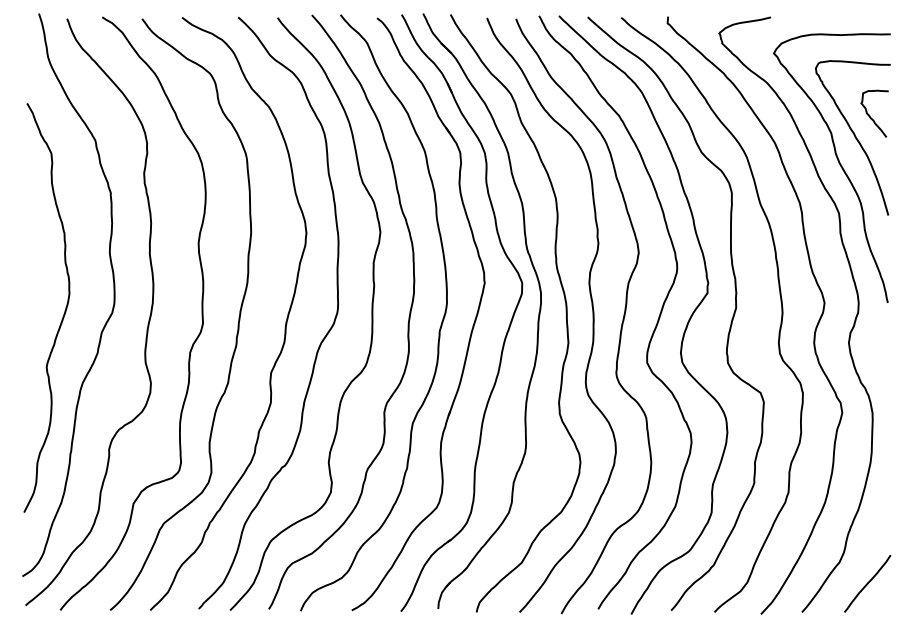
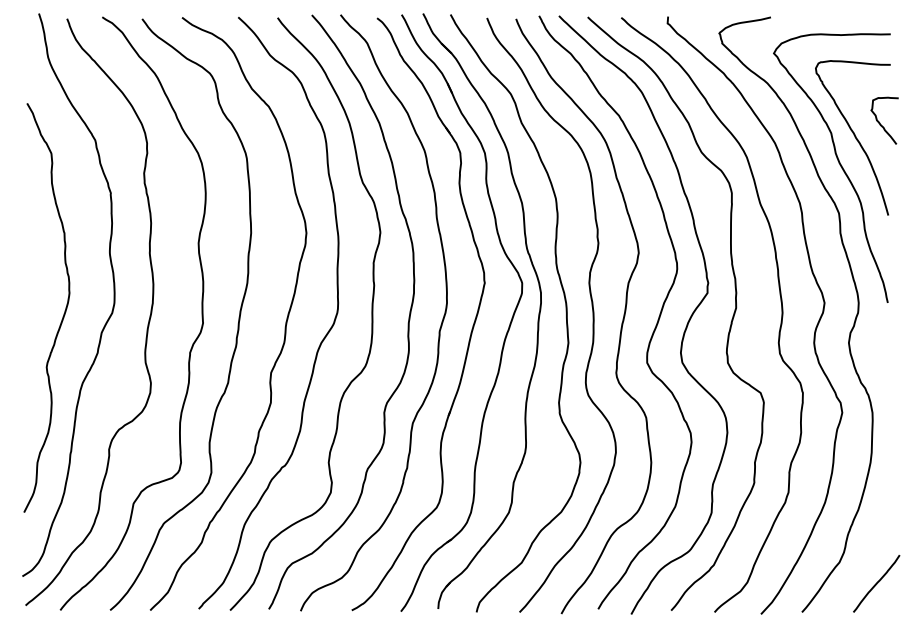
curve at (870, 115) position: (870, 115) -> (880, 122)
curve at (867, 583) position: (867, 583) -> (876, 583)
